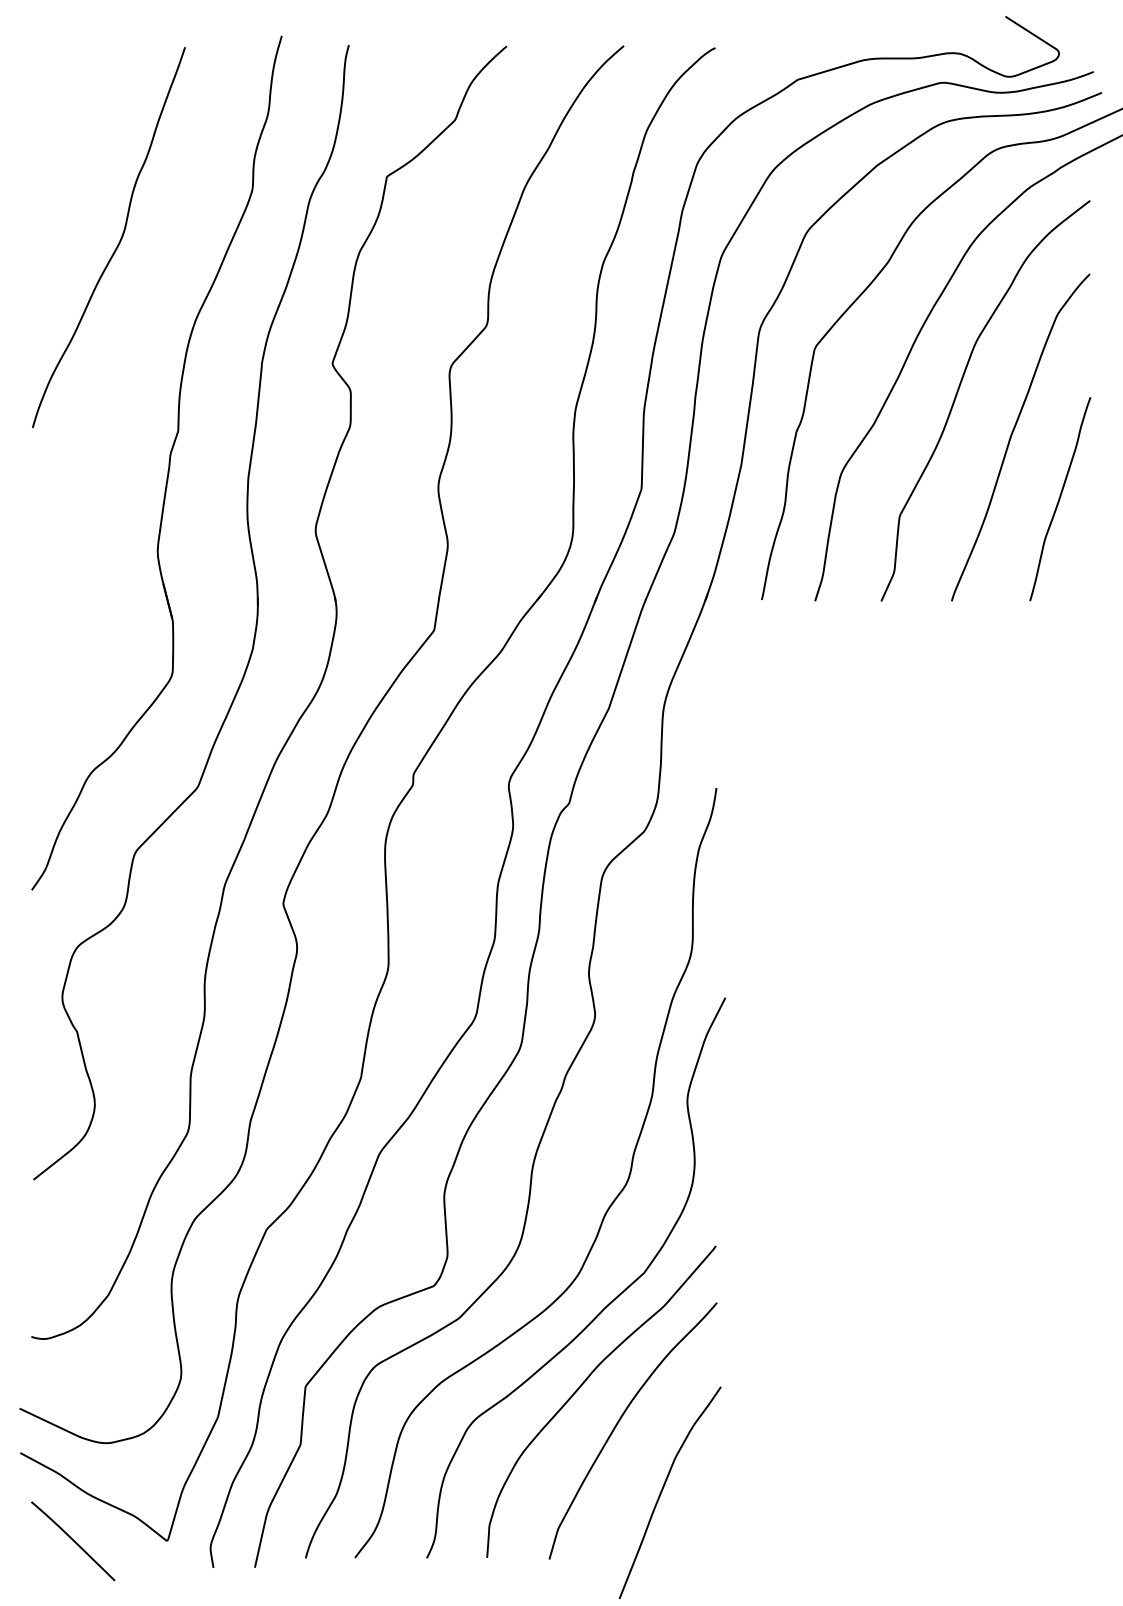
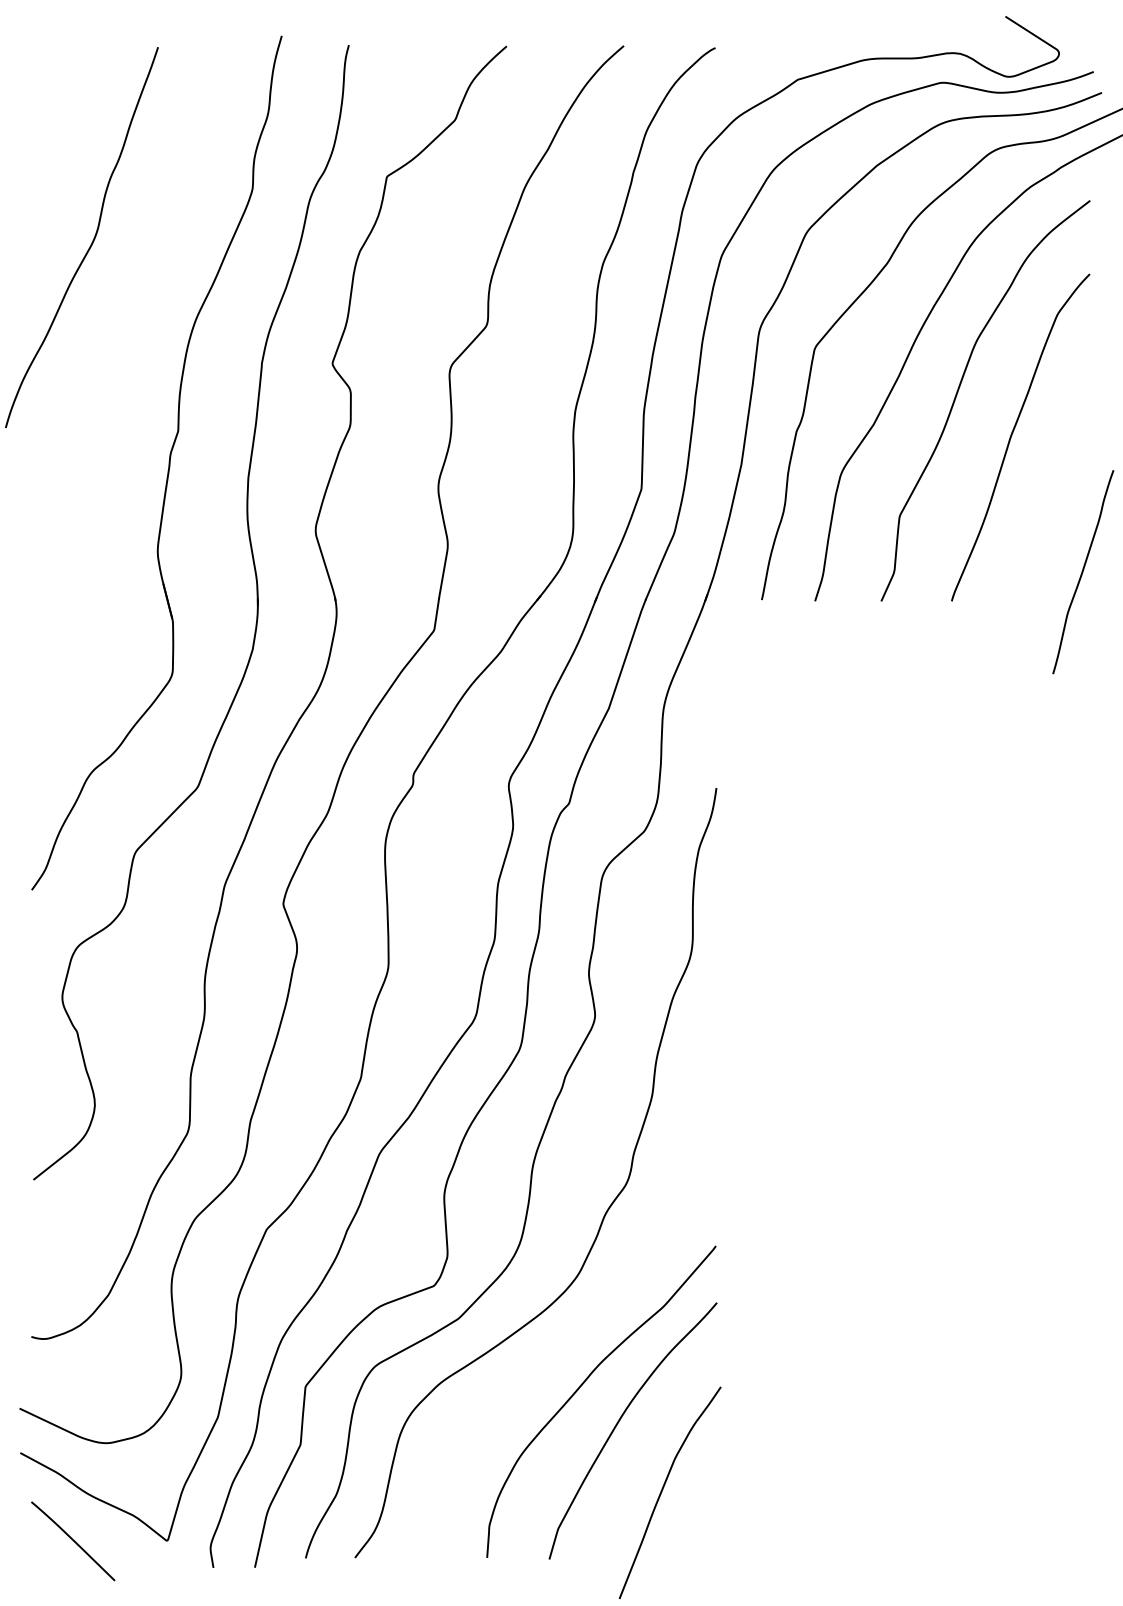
curve at (118, 242) position: (118, 242) -> (91, 242)
curve at (1060, 499) position: (1060, 499) -> (1083, 572)
curve at (605, 1306): present -> none
